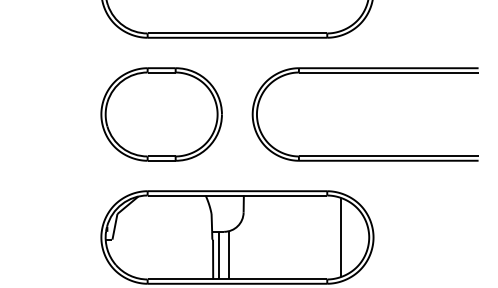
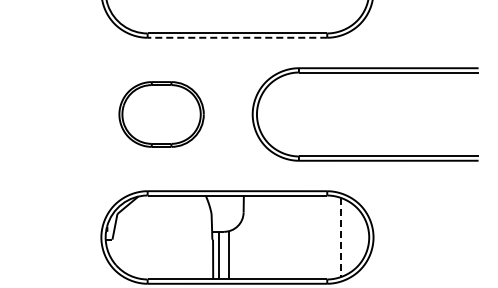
line at (237, 37): solid -> dashed
part at (161, 114) size: 123x95 px -> 87x67 px
line at (340, 237): solid -> dashed
